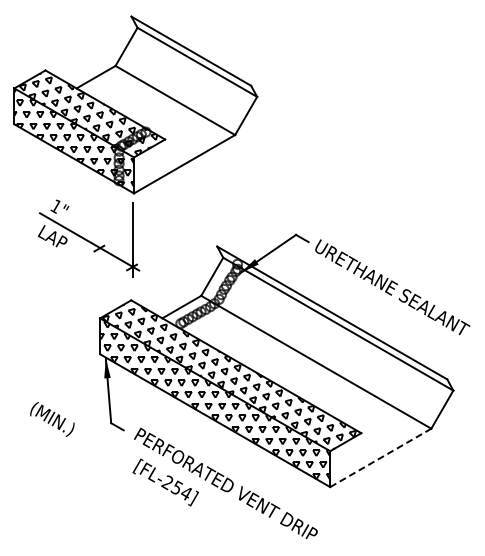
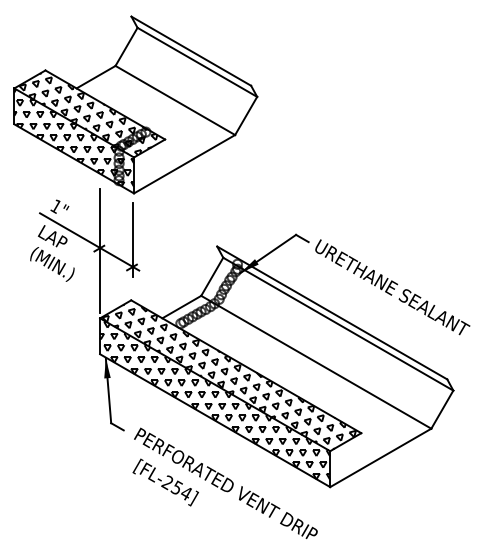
line at (100, 250): none -> present
text at (52, 419) position: (52, 419) -> (52, 264)
line at (381, 457): dashed -> solid
